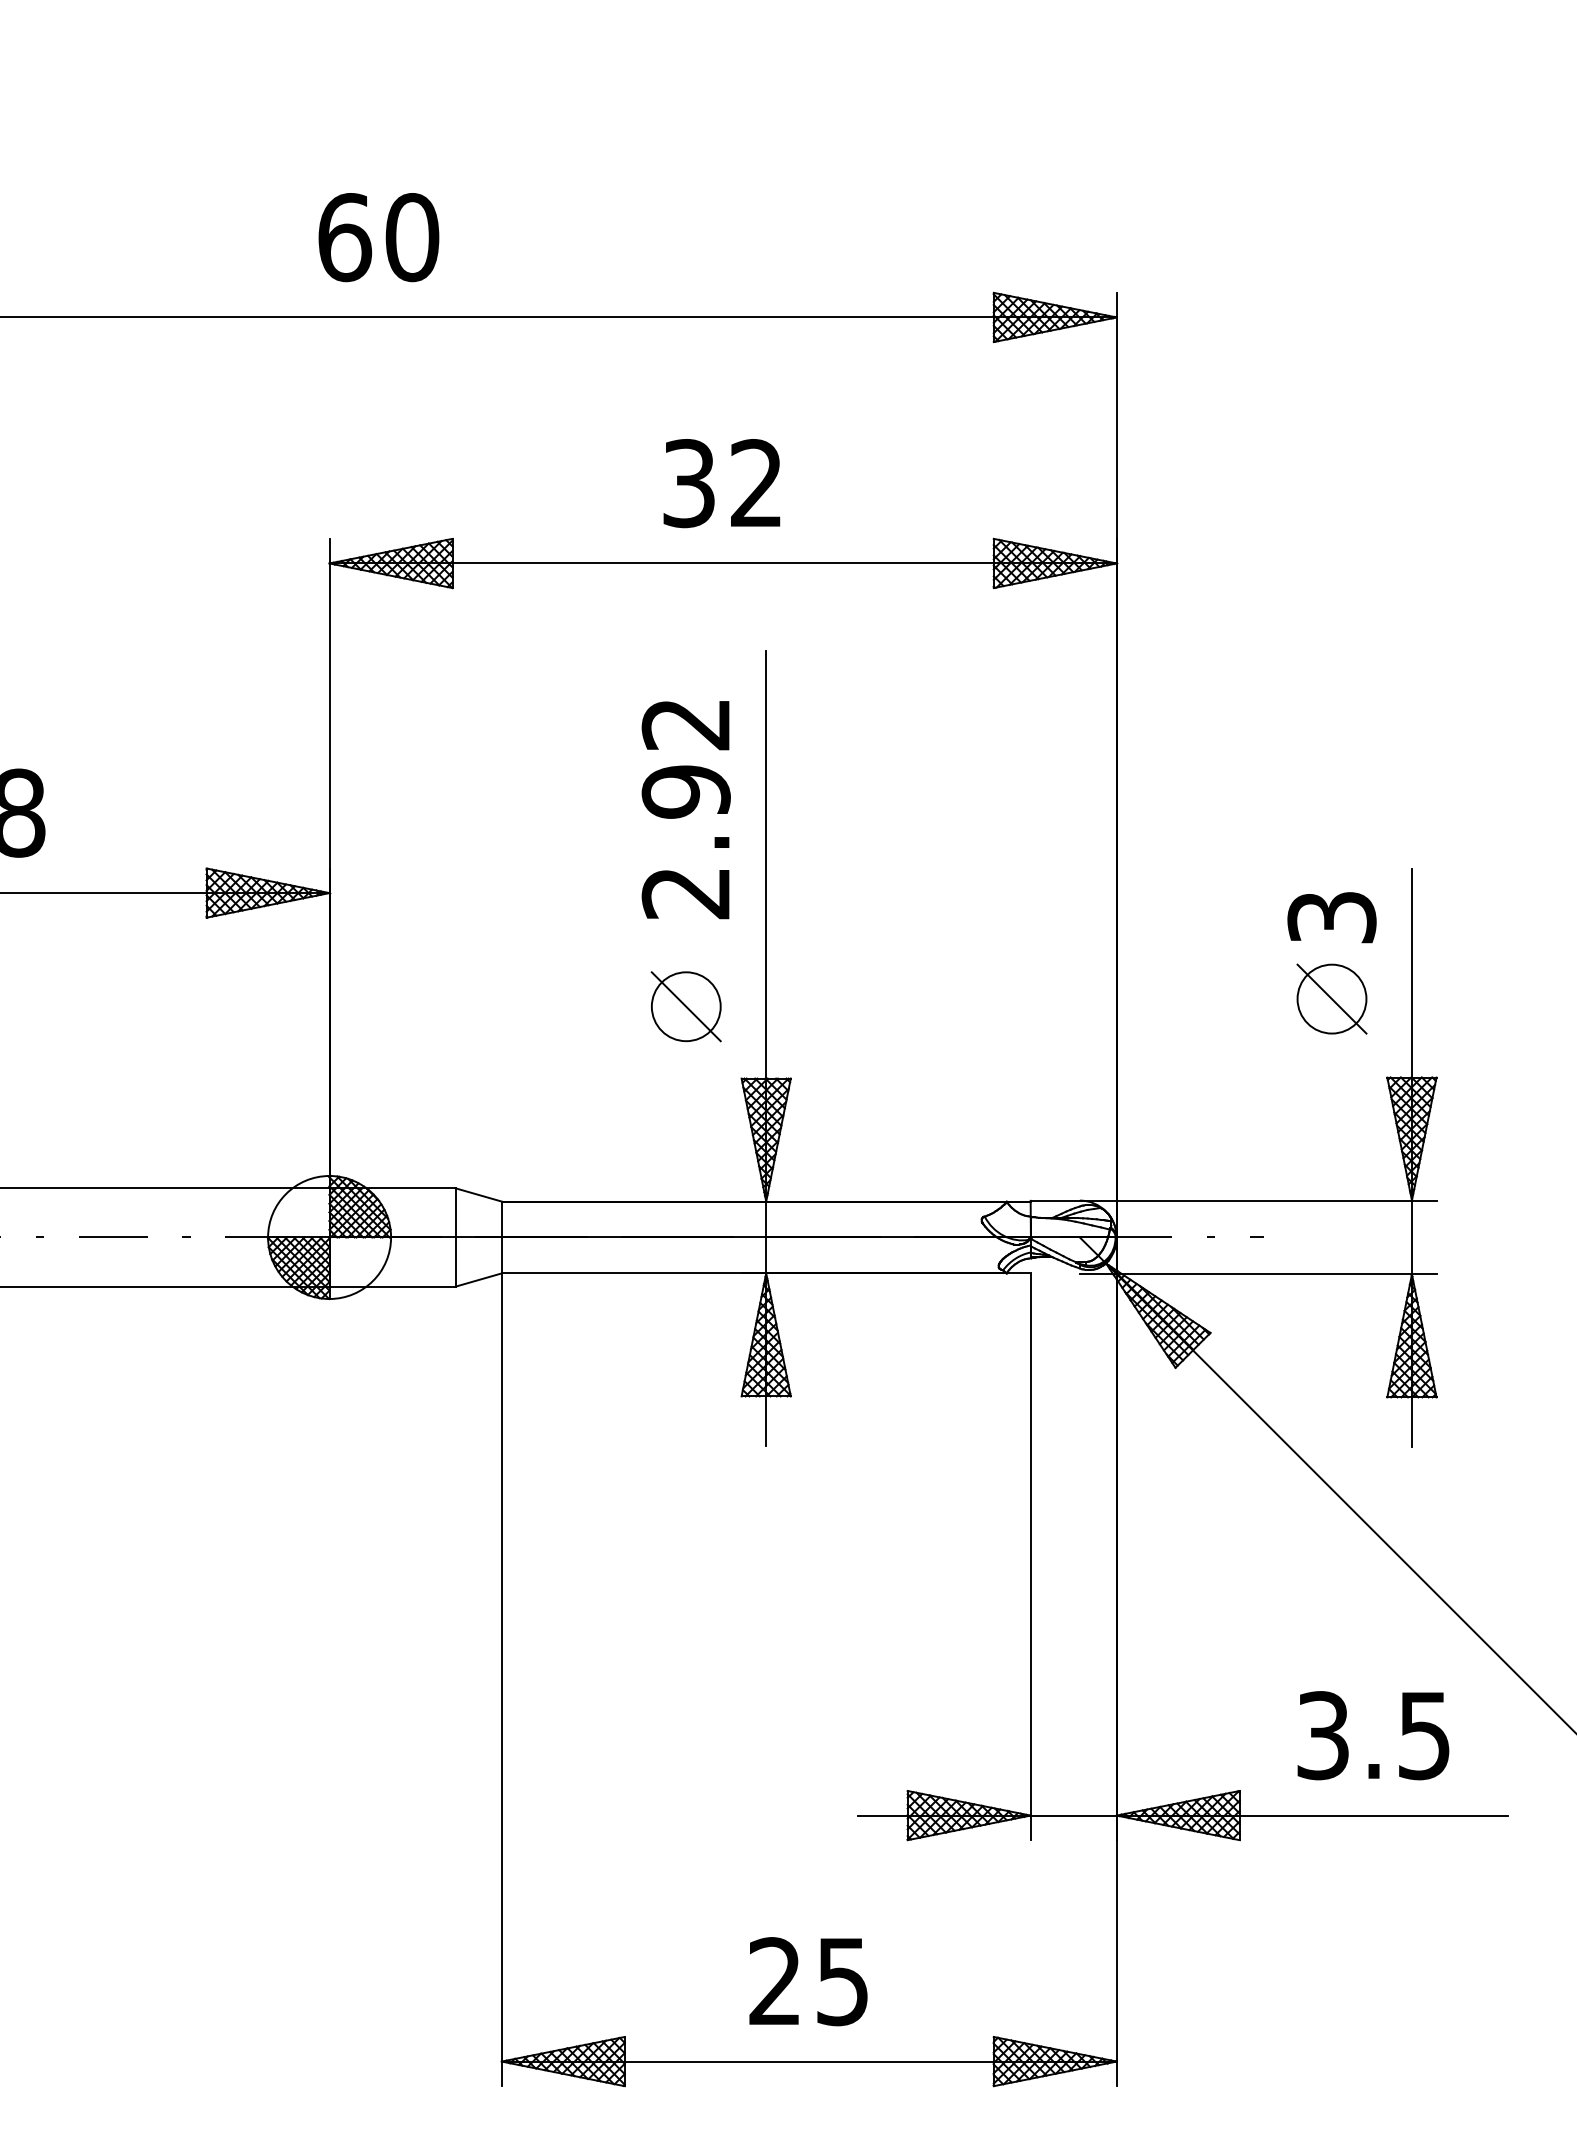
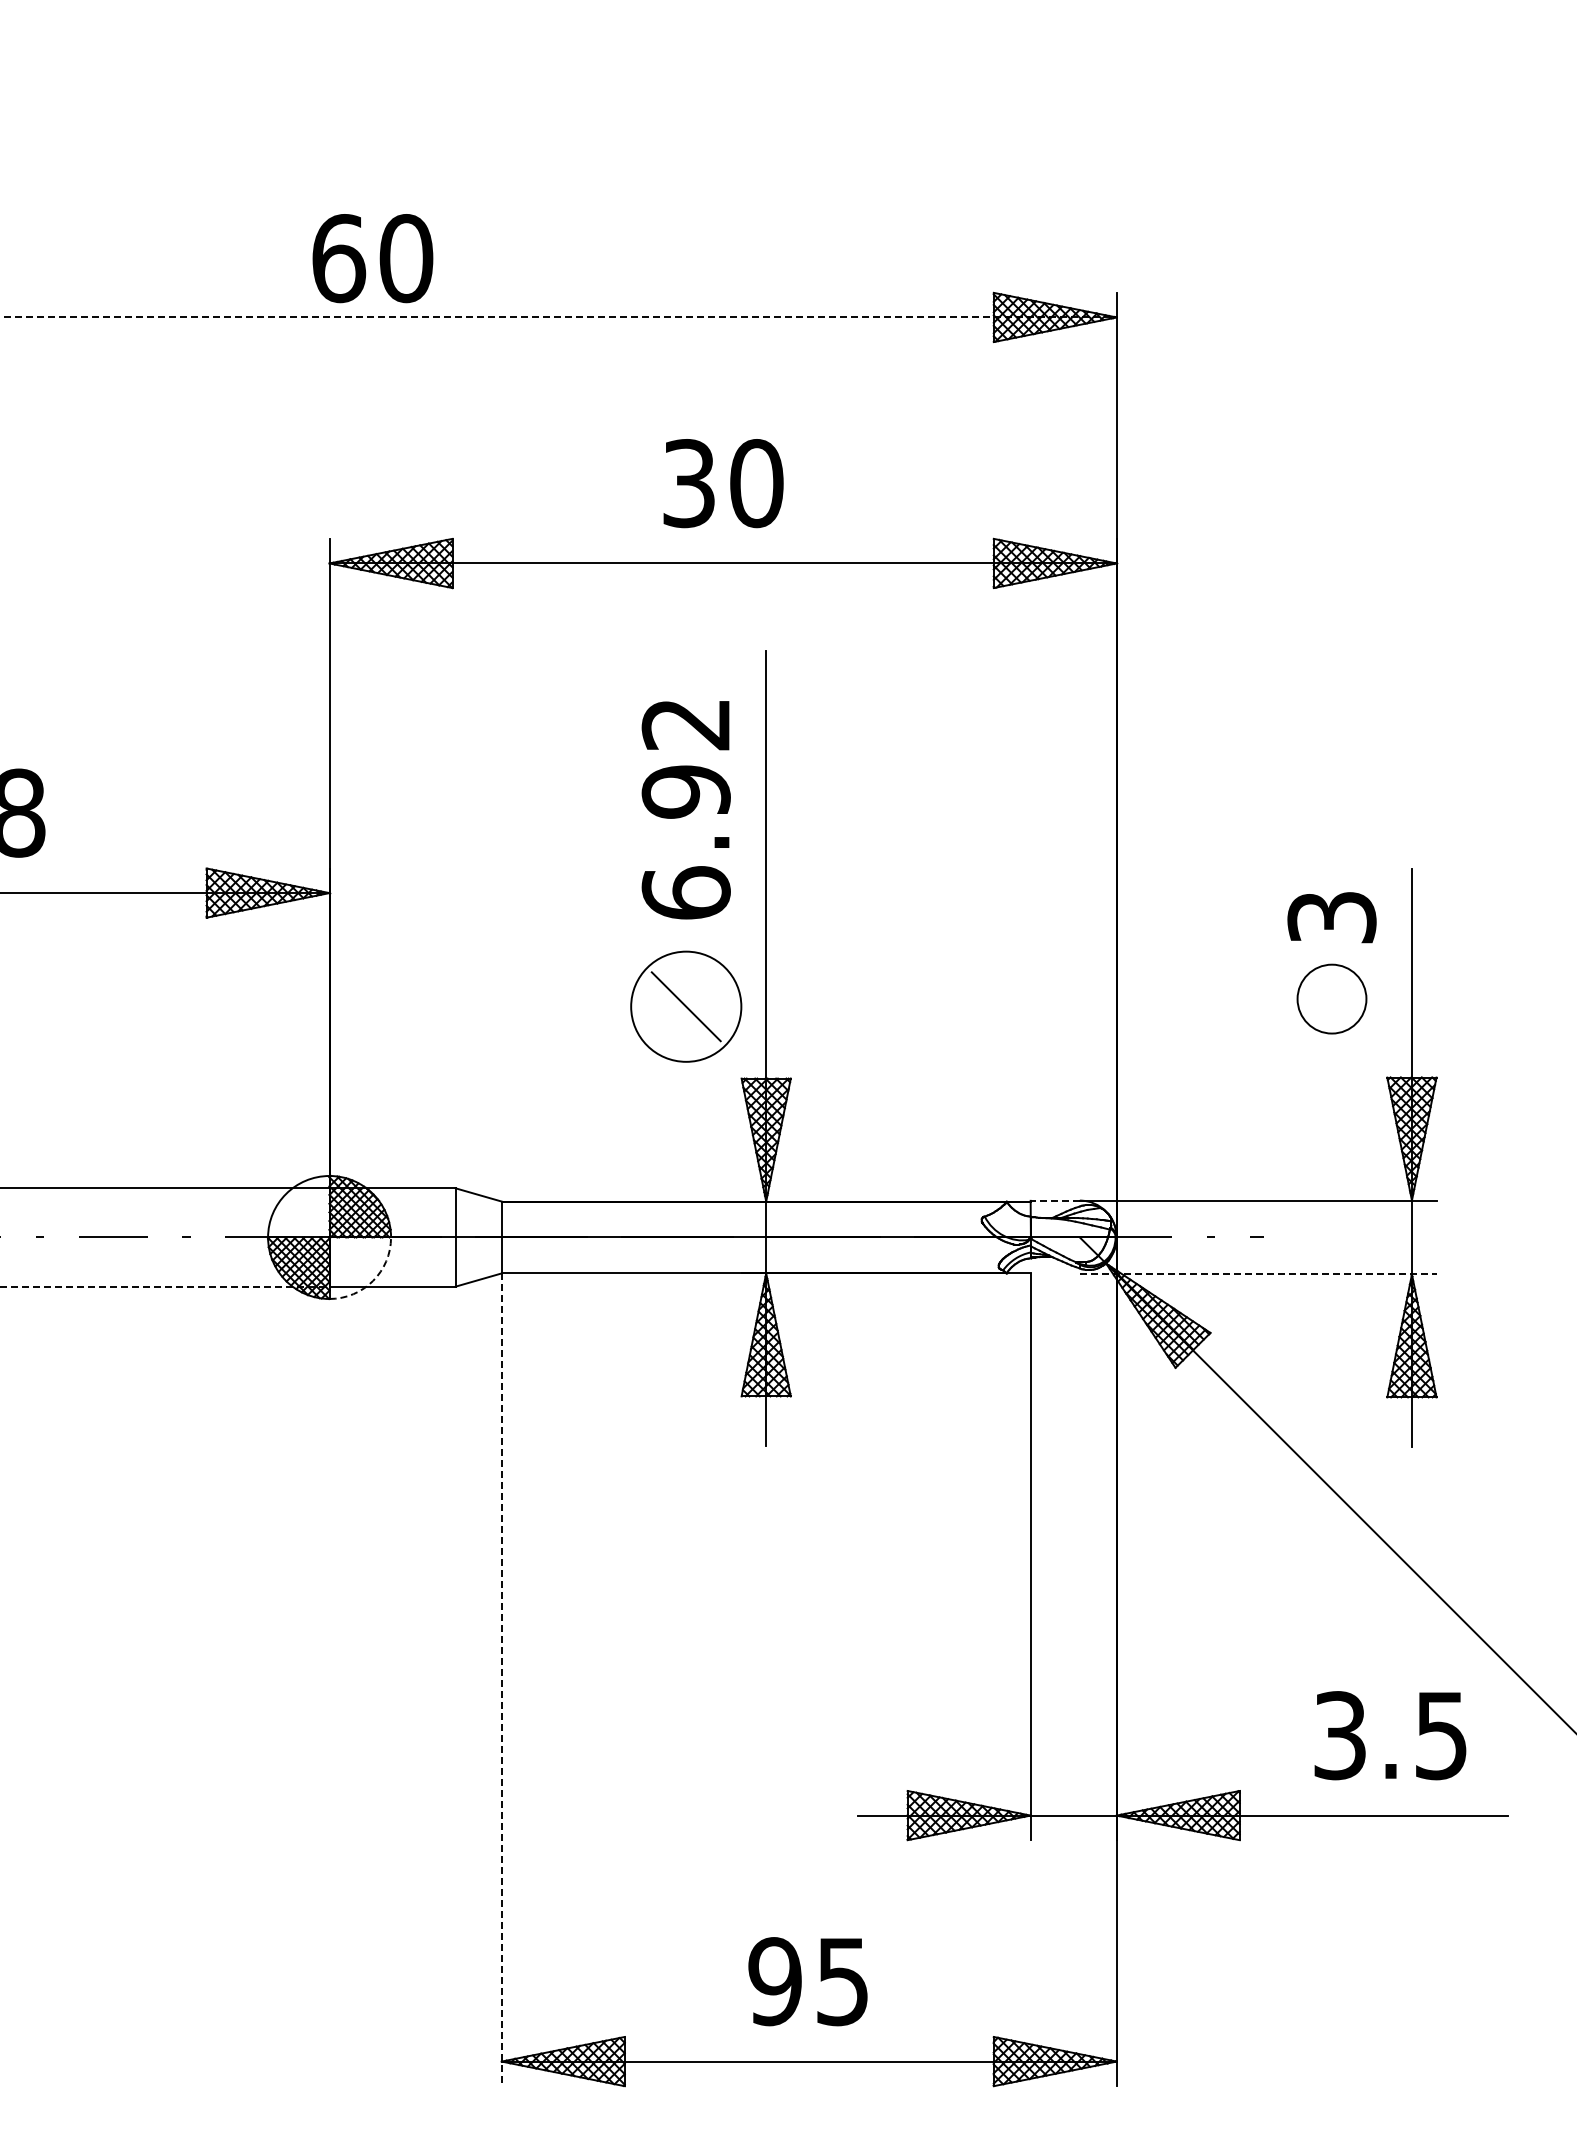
text at (378, 237) position: (378, 237) -> (372, 258)
line at (558, 317): solid -> dashed
text at (756, 483): 32 -> 30
text at (685, 892): 2.92 -> 6.92
line at (1331, 998): present -> none
circle at (685, 1006) diameter: 69 px -> 110 px
line at (1055, 1200): solid -> dashed
line at (1258, 1274): solid -> dashed
arc at (373, 1280): solid -> dashed
line at (165, 1286): solid -> dashed
line at (501, 1680): solid -> dashed
text at (1373, 1735) position: (1373, 1735) -> (1390, 1735)
text at (774, 1981): 25 -> 95
